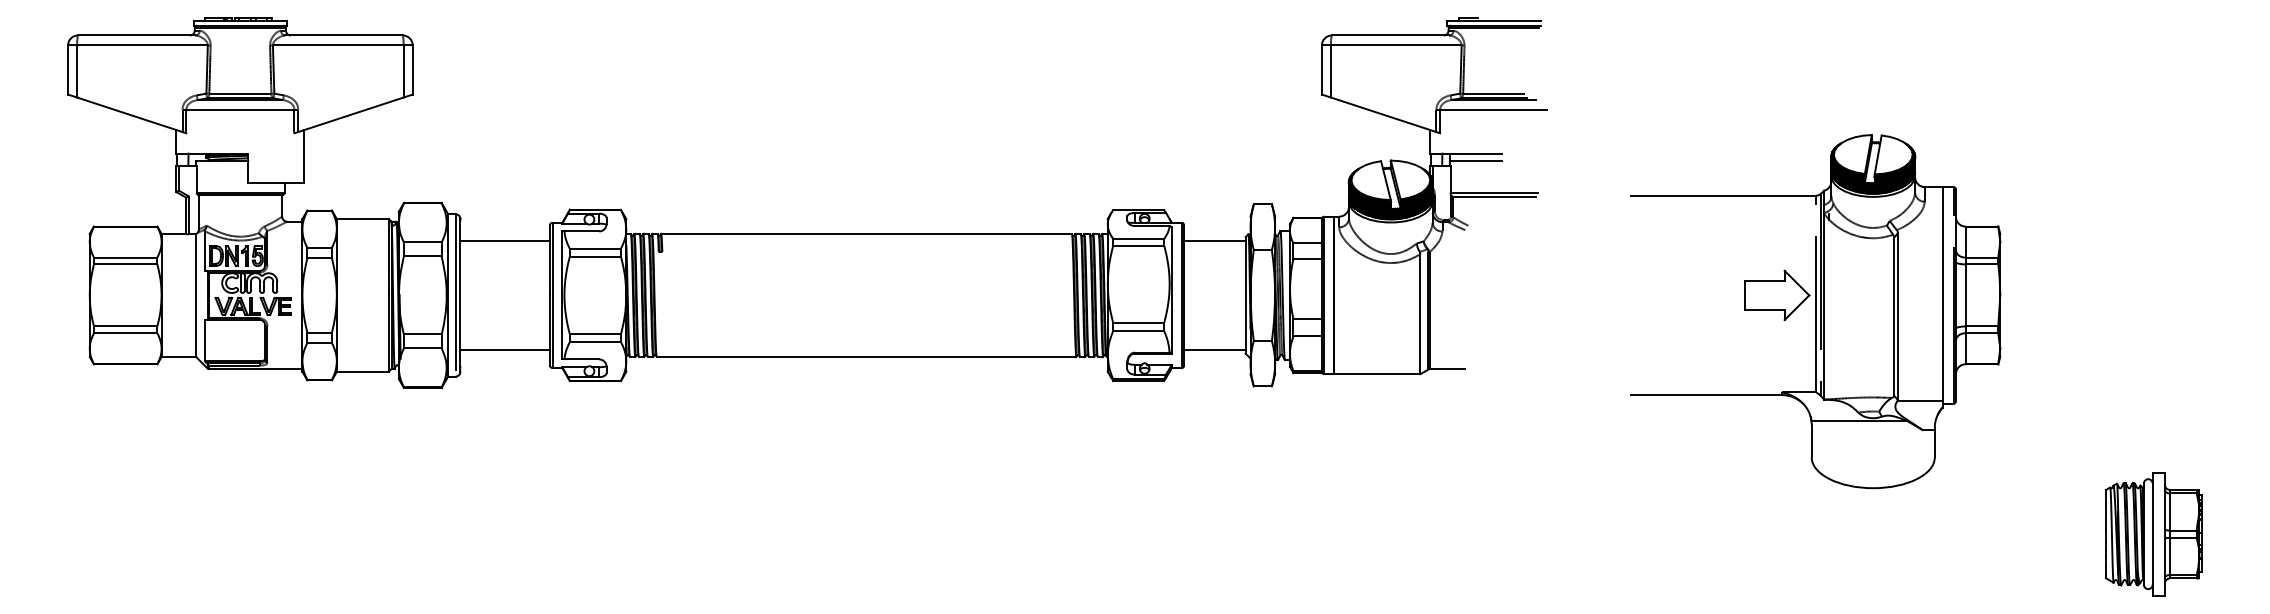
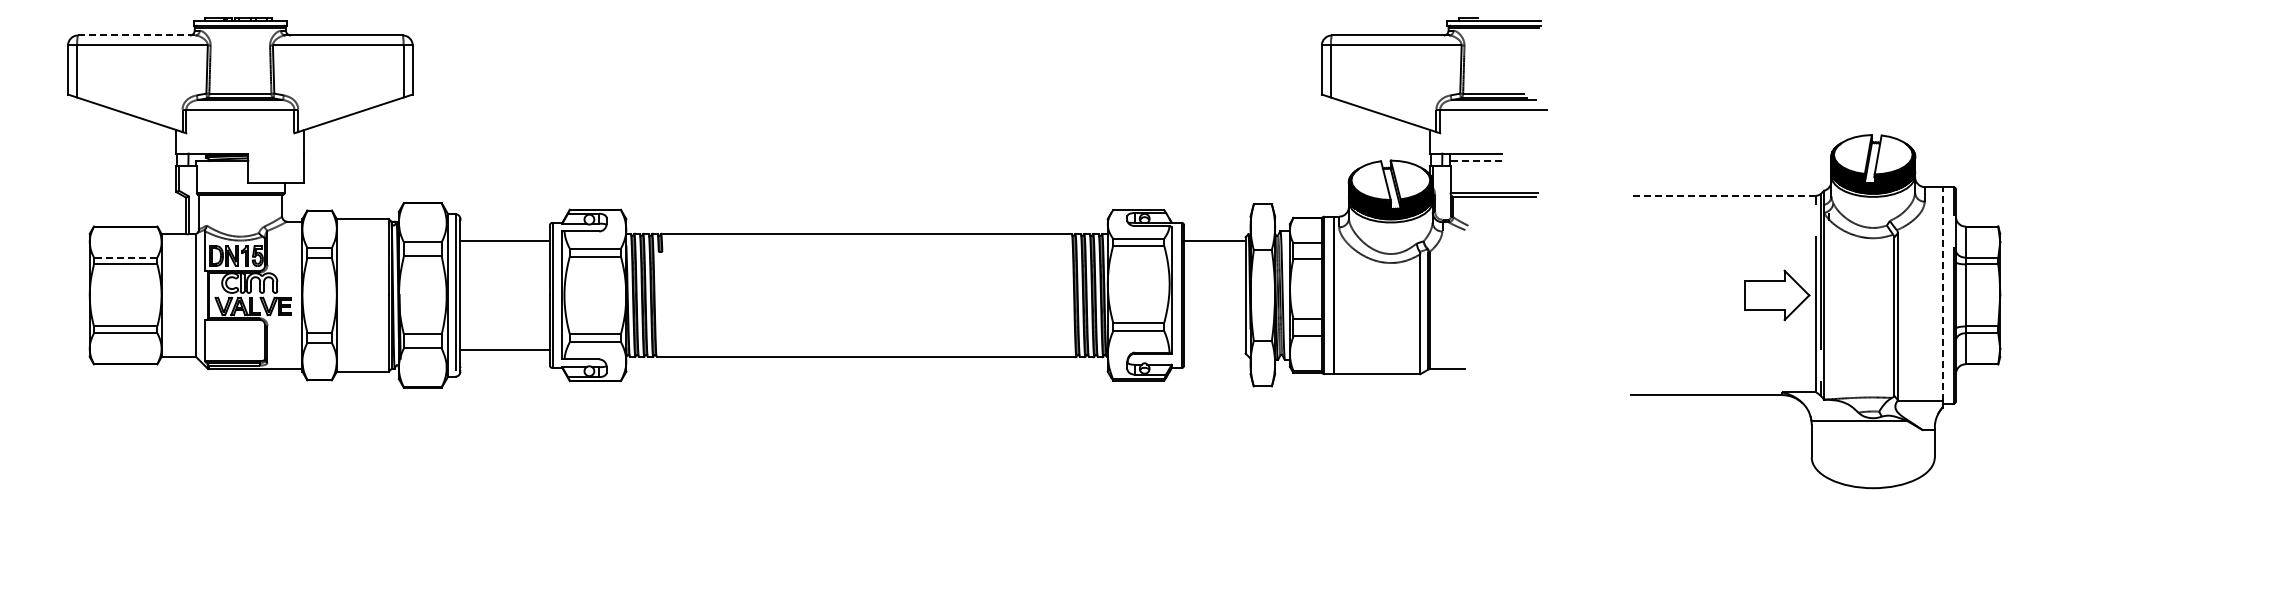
line at (136, 35): solid -> dashed
line at (1475, 161): solid -> dashed
line at (1723, 195): solid -> dashed
line at (125, 257): solid -> dashed
line at (1942, 293): solid -> dashed
line at (1214, 350): present -> none
part at (2153, 534): present -> none
